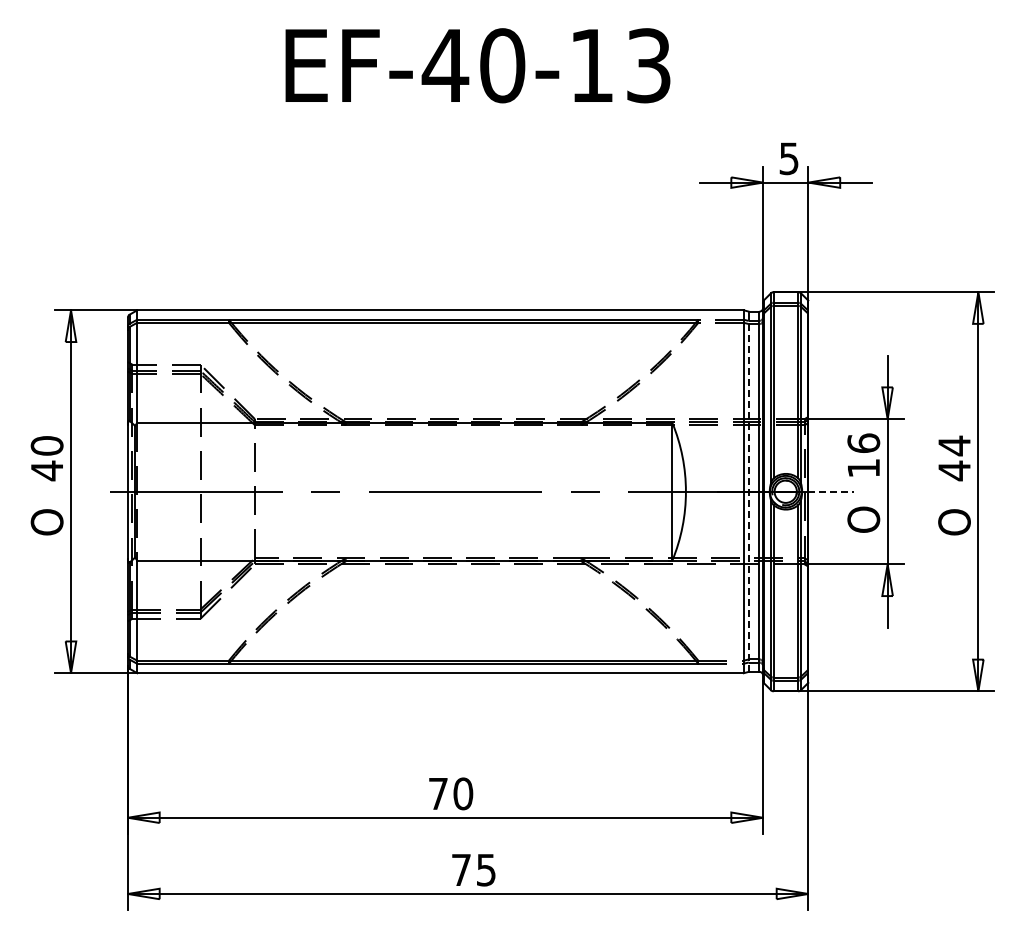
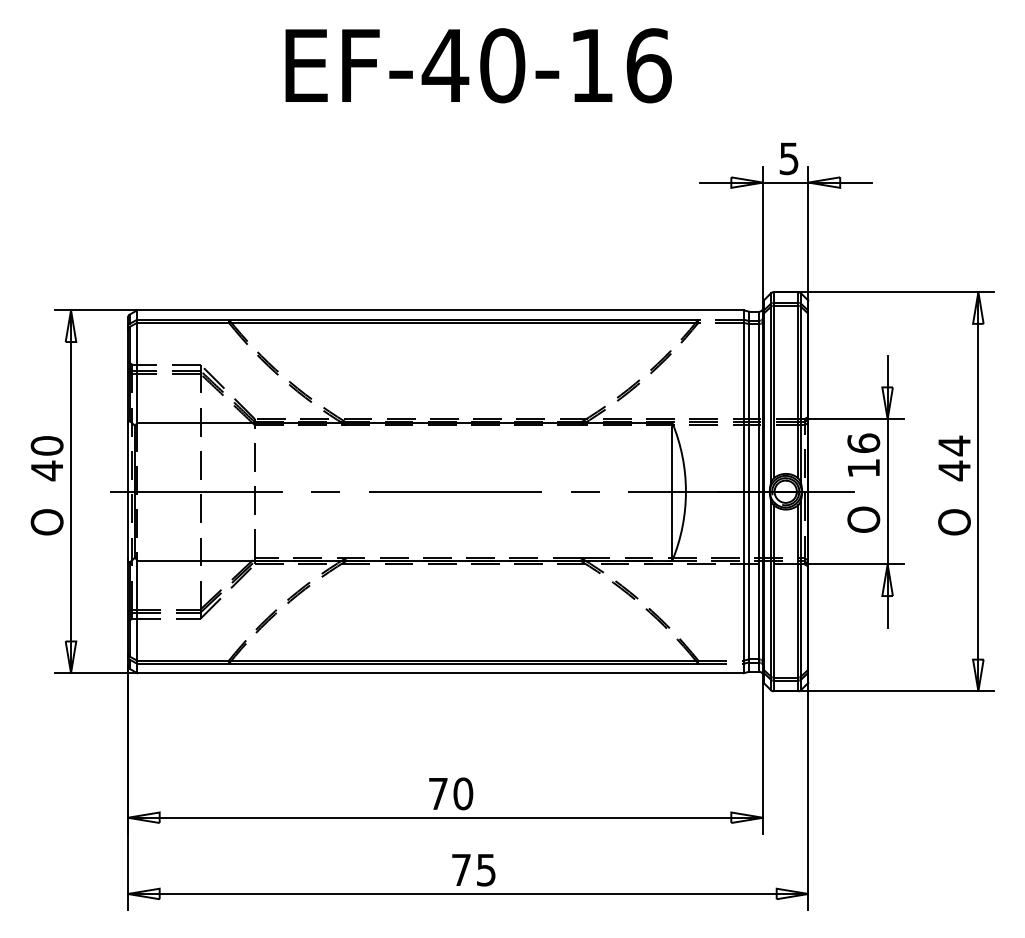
text at (648, 65): EF-40-13 -> EF-40-16
line at (748, 491): dashed -> solid
line at (831, 491): dashed -> solid
